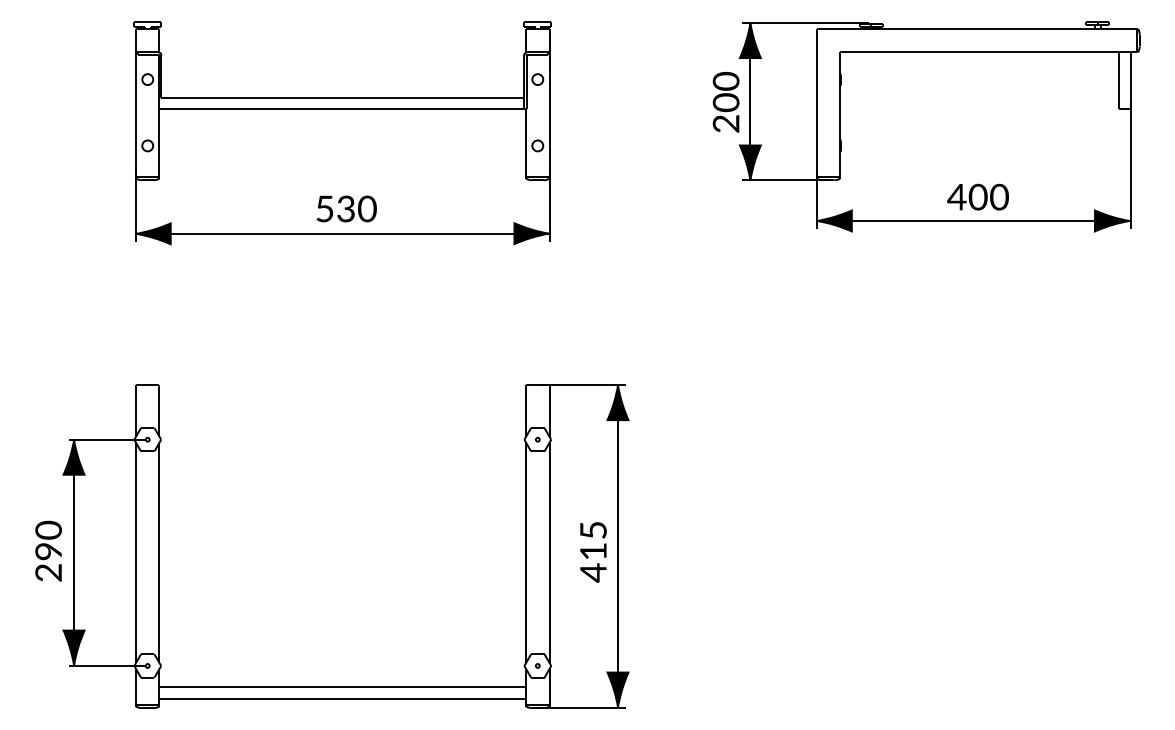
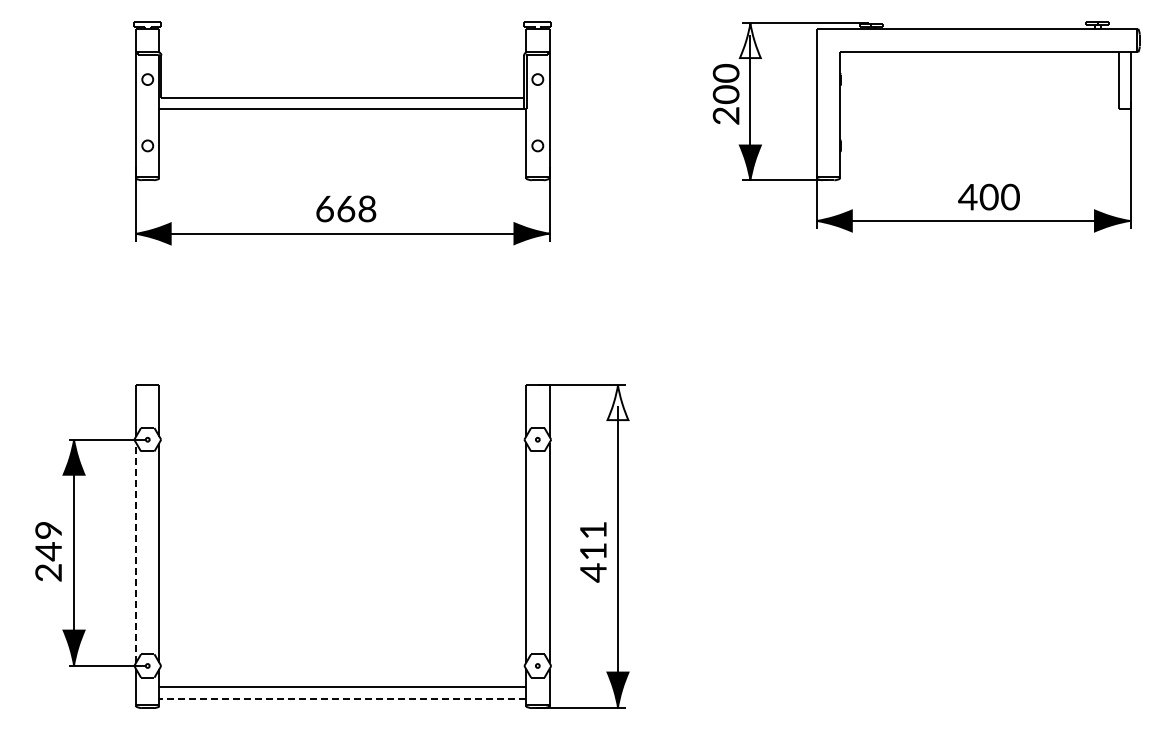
fill at (749, 40): present -> none
text at (725, 102) position: (725, 102) -> (725, 94)
text at (977, 196) position: (977, 196) -> (988, 196)
text at (346, 208): 530 -> 668
fill at (617, 402): present -> none
text at (593, 530): 415 -> 411
text at (48, 540): 290 -> 249
line at (136, 552): solid -> dashed
line at (342, 699): solid -> dashed
